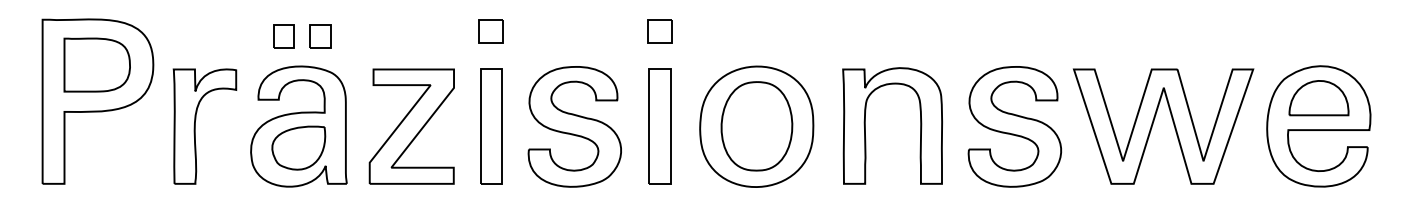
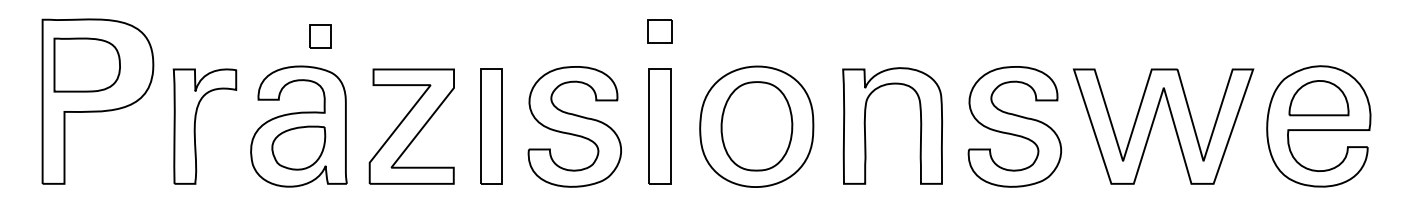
part at (490, 31): present -> none
part at (283, 36): present -> none
part at (96, 64) position: (96, 64) -> (86, 64)
